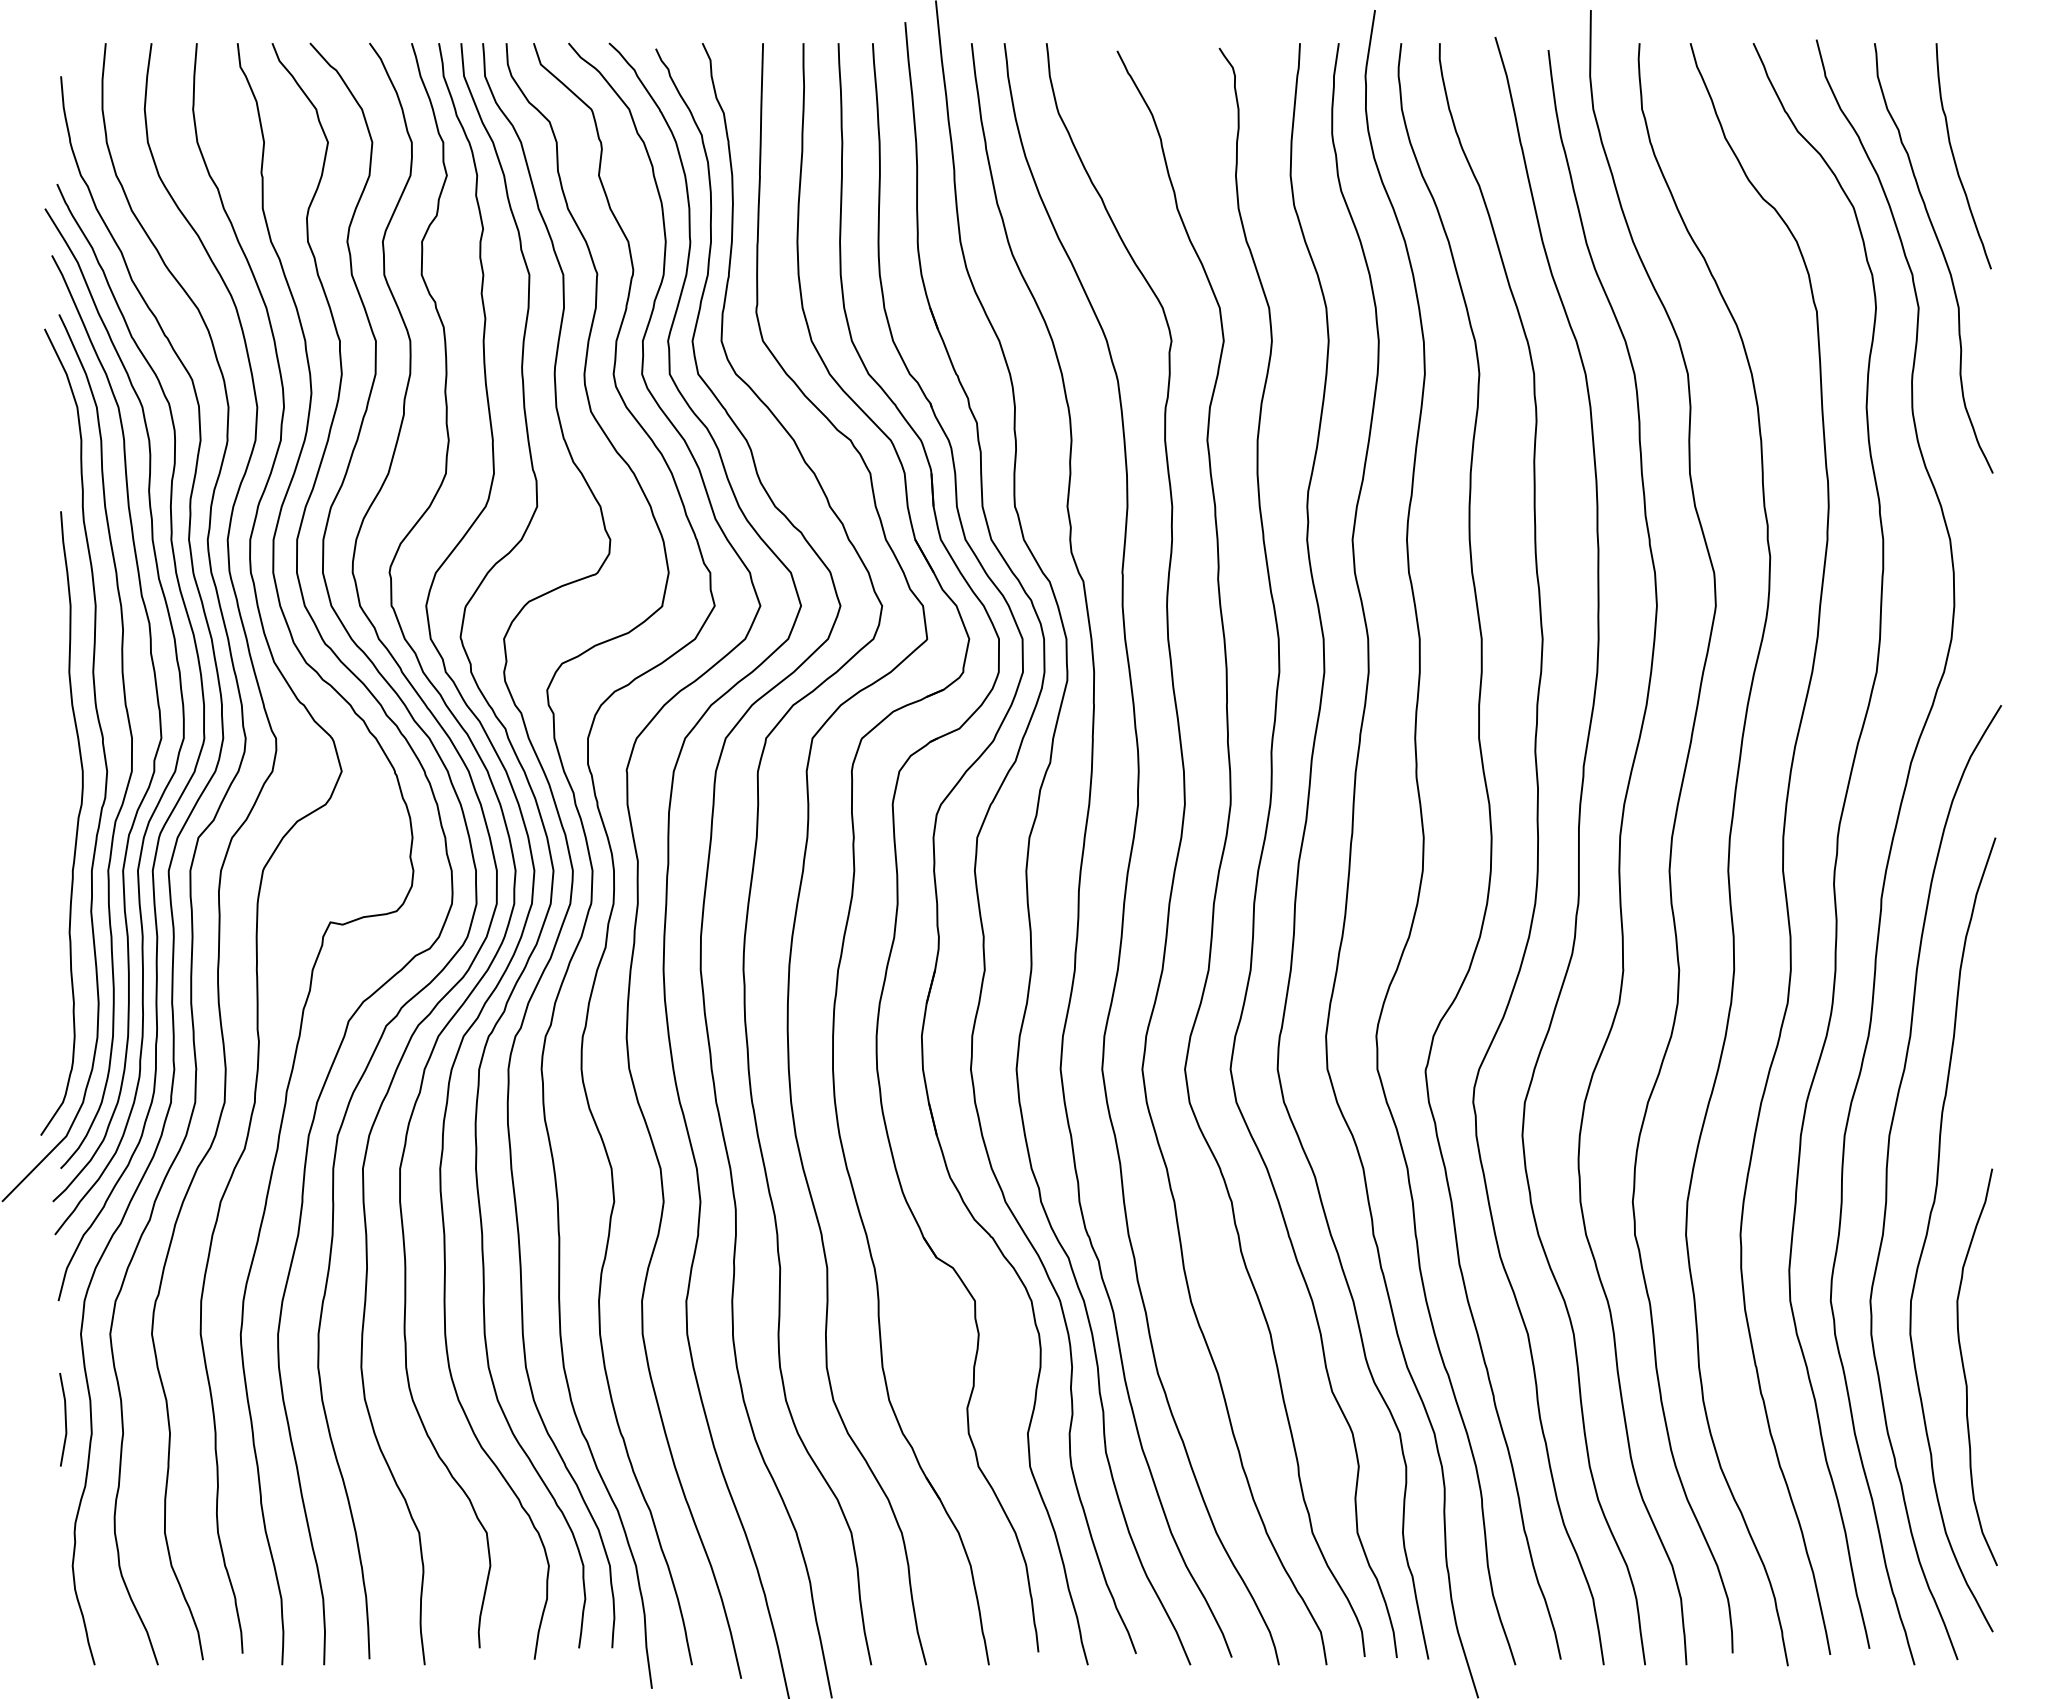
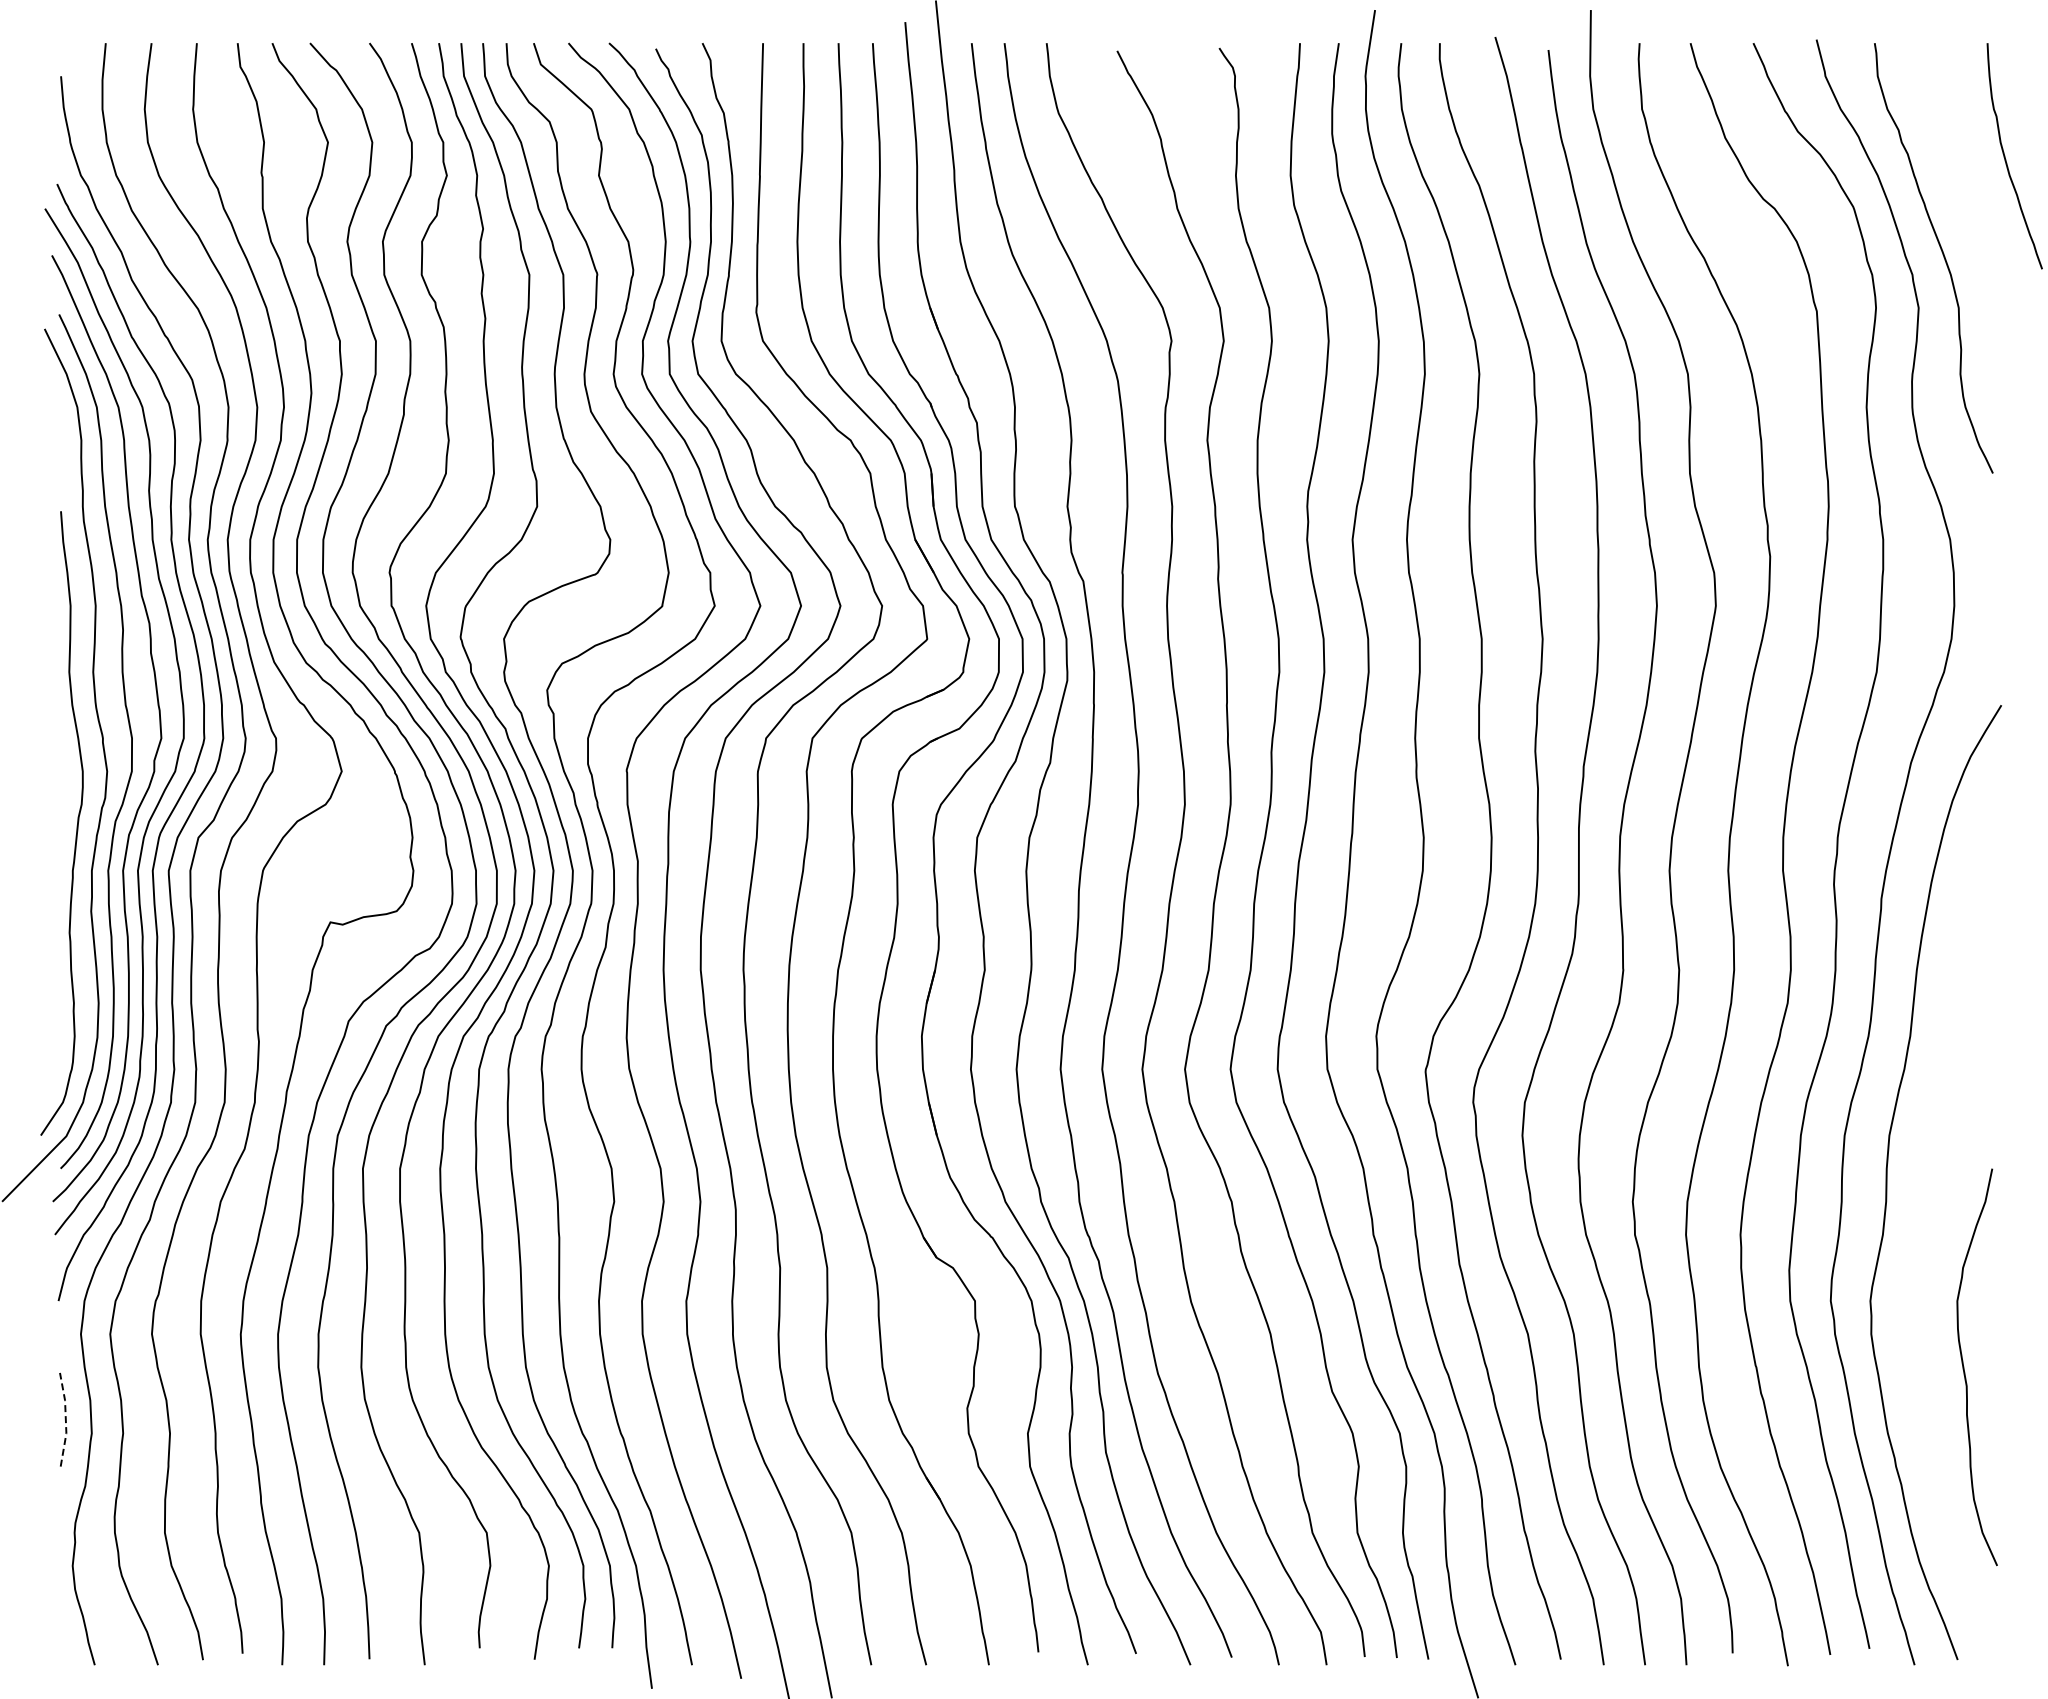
curve at (1955, 159) position: (1955, 159) -> (2006, 159)
curve at (1928, 1232): present -> none
line at (65, 1419): solid -> dashed
